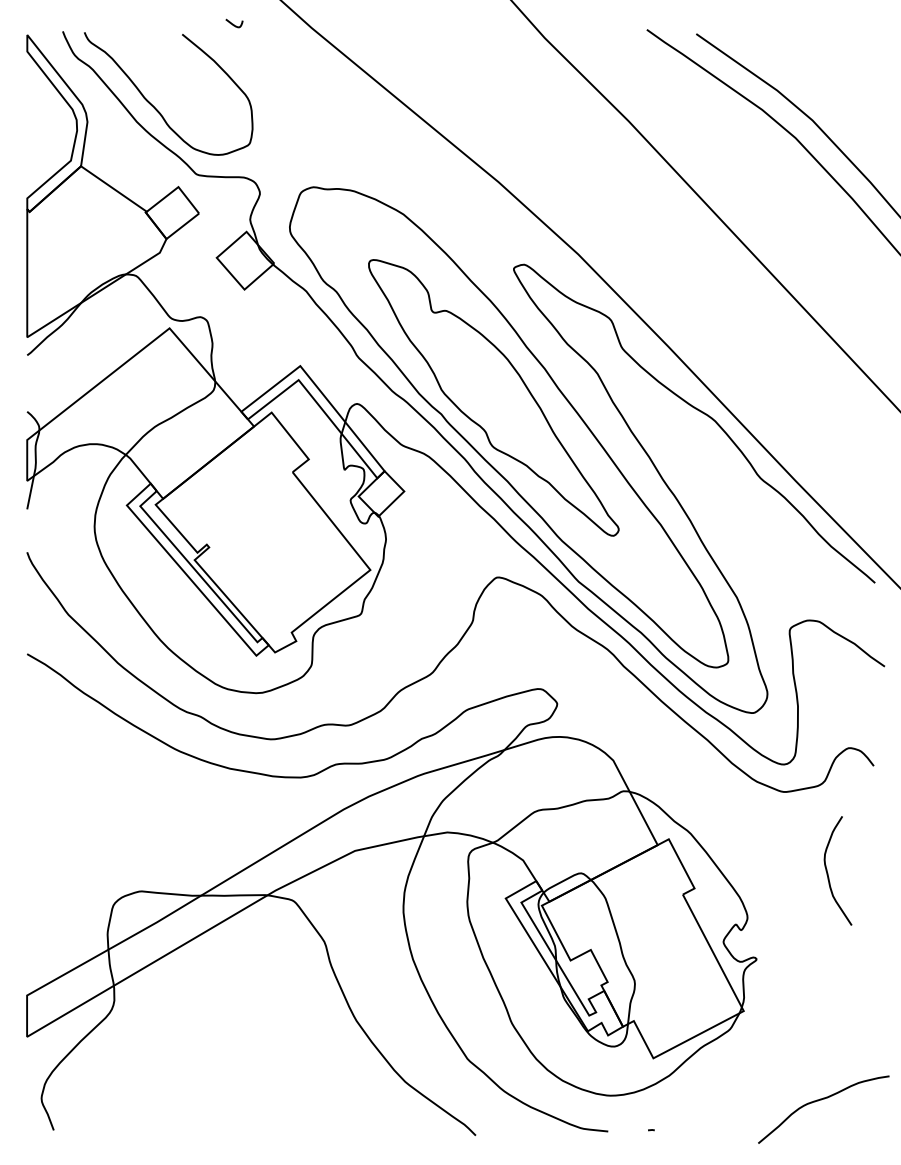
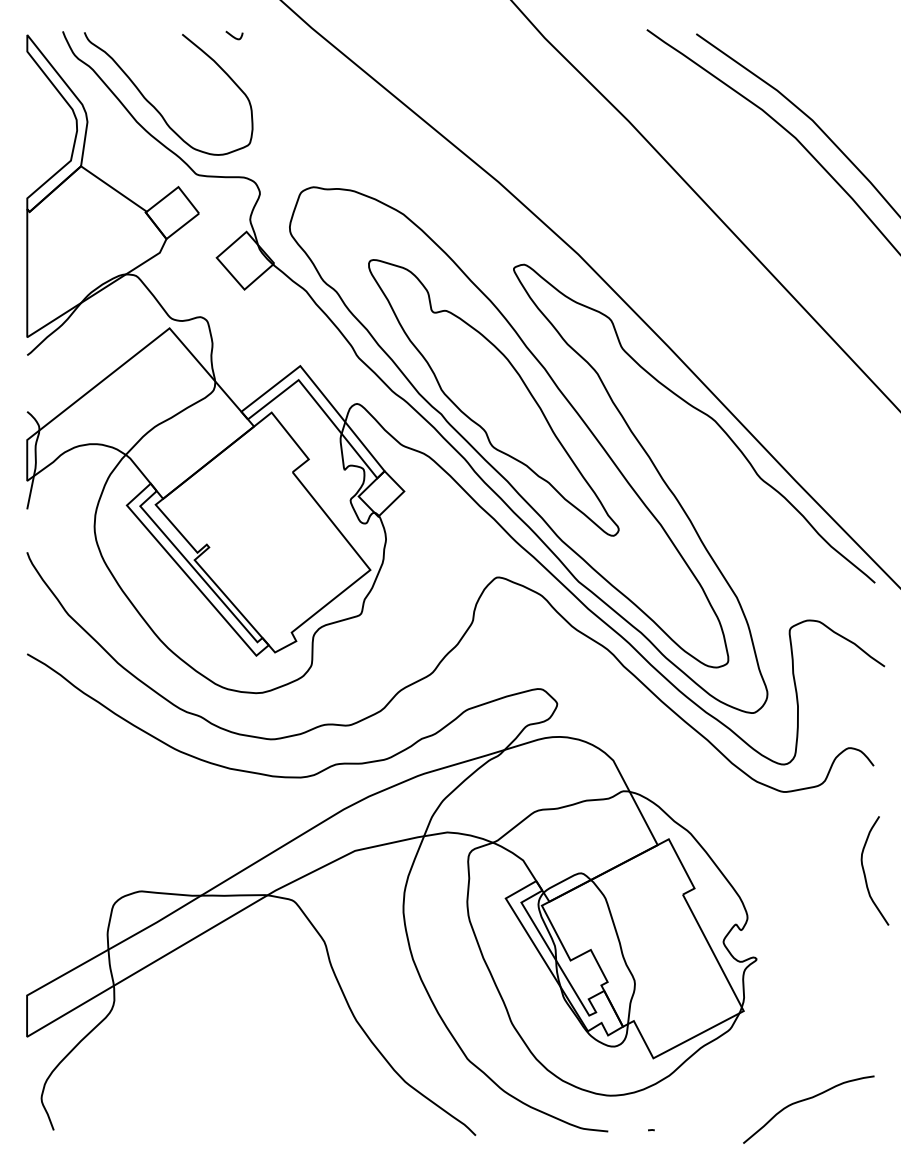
curve at (233, 23) position: (233, 23) -> (233, 35)
curve at (828, 873) position: (828, 873) -> (865, 873)
curve at (821, 1100) position: (821, 1100) -> (806, 1100)
